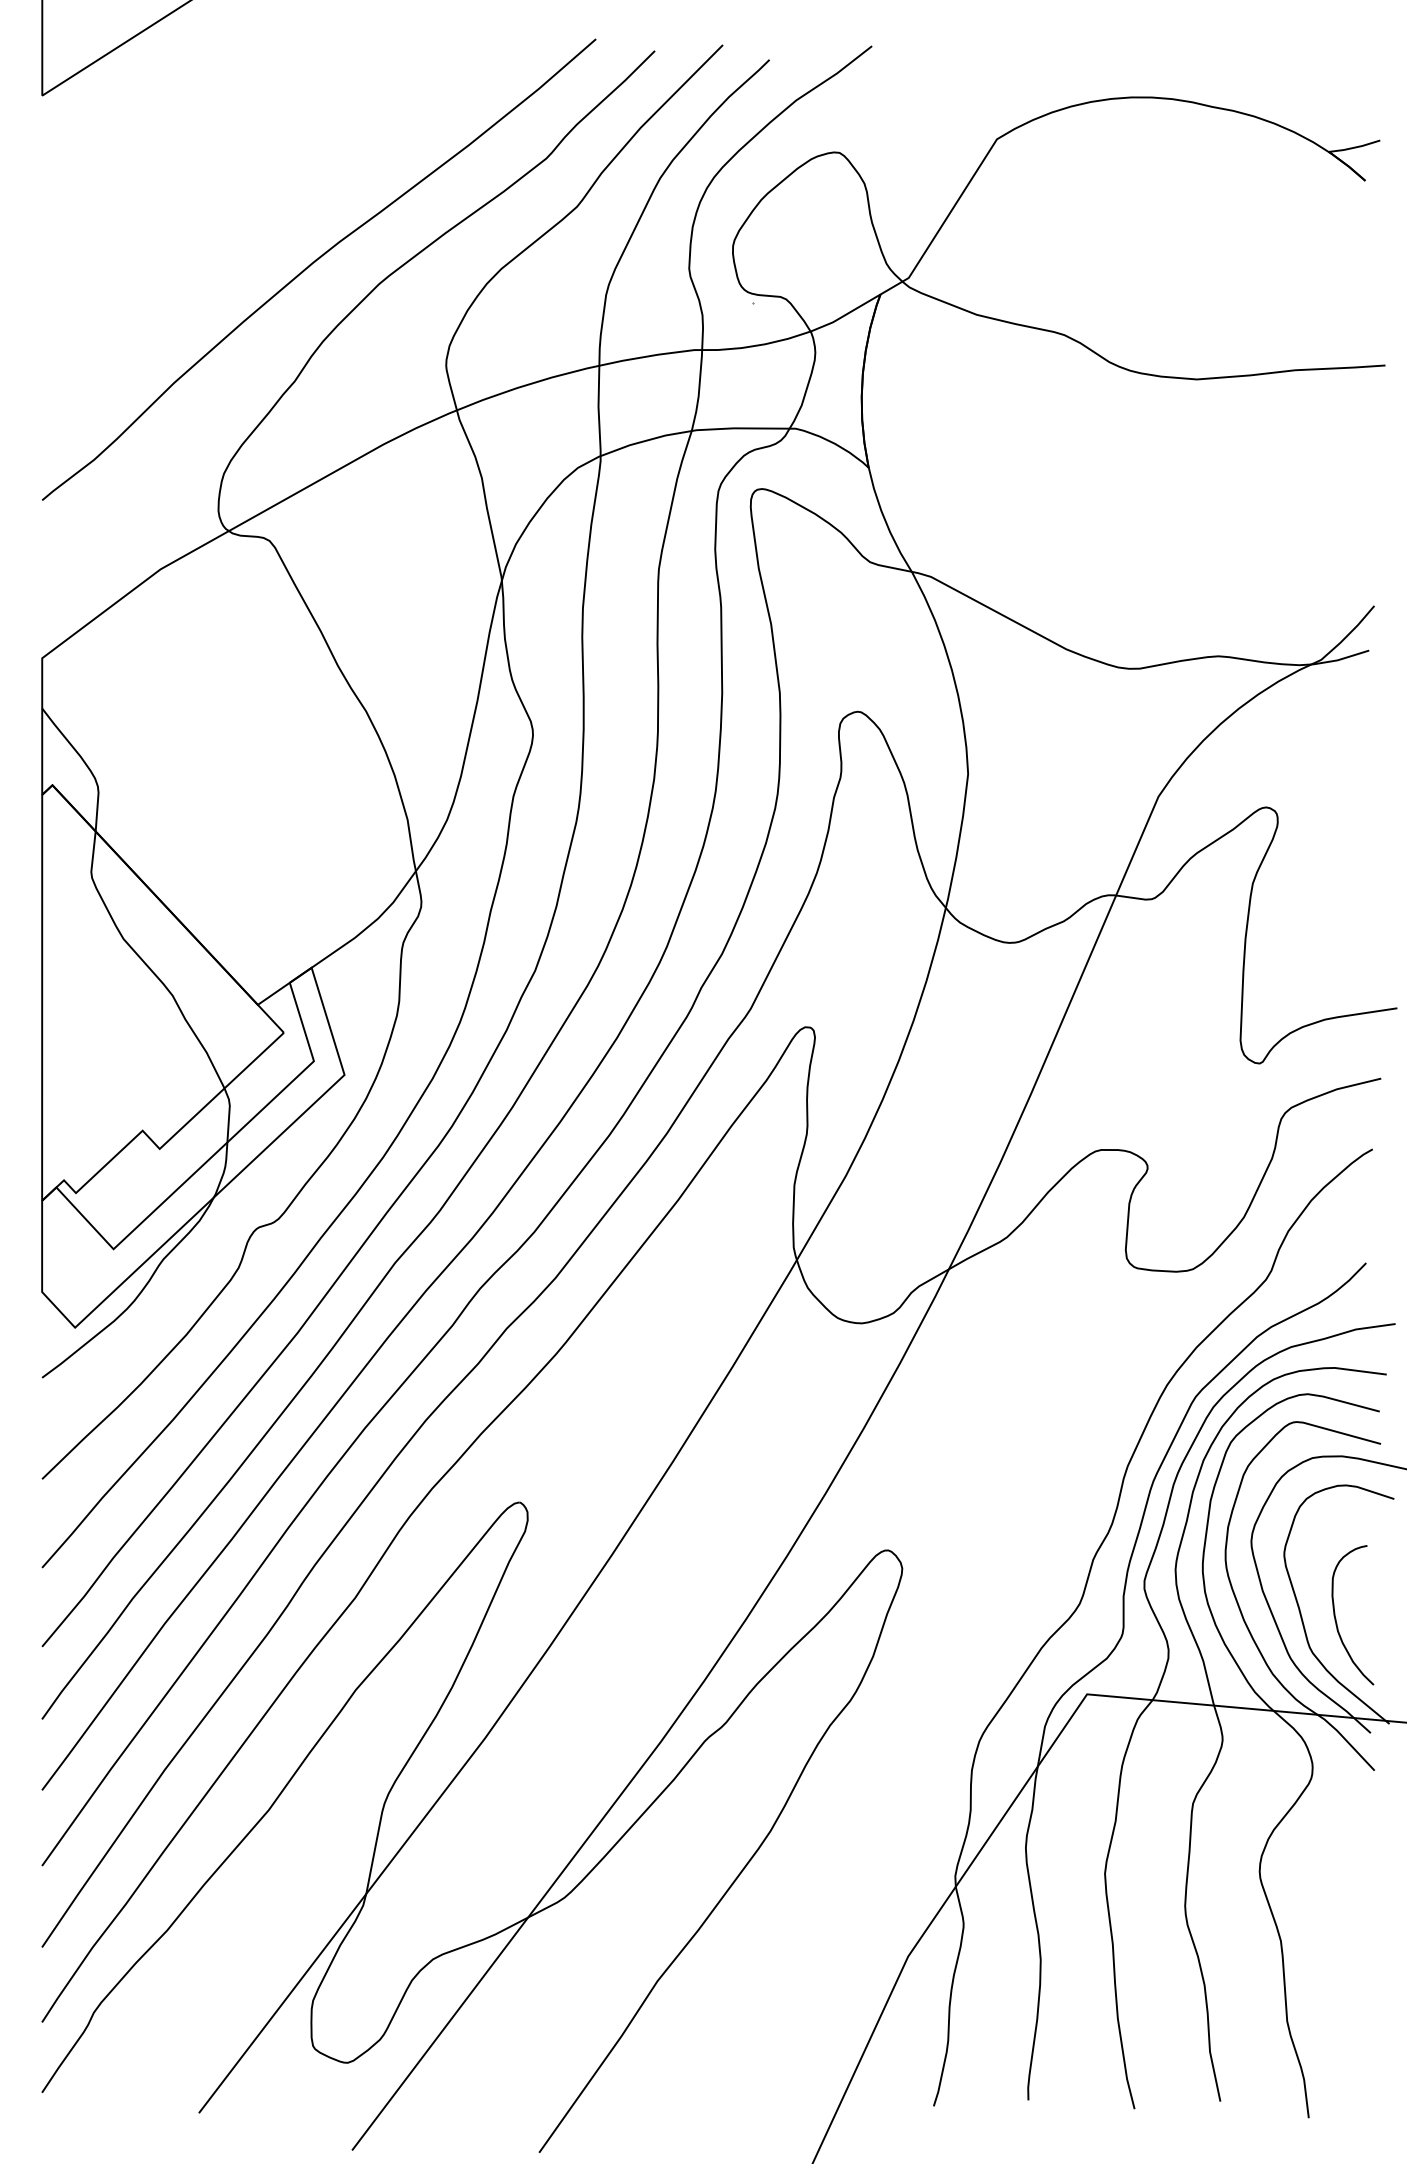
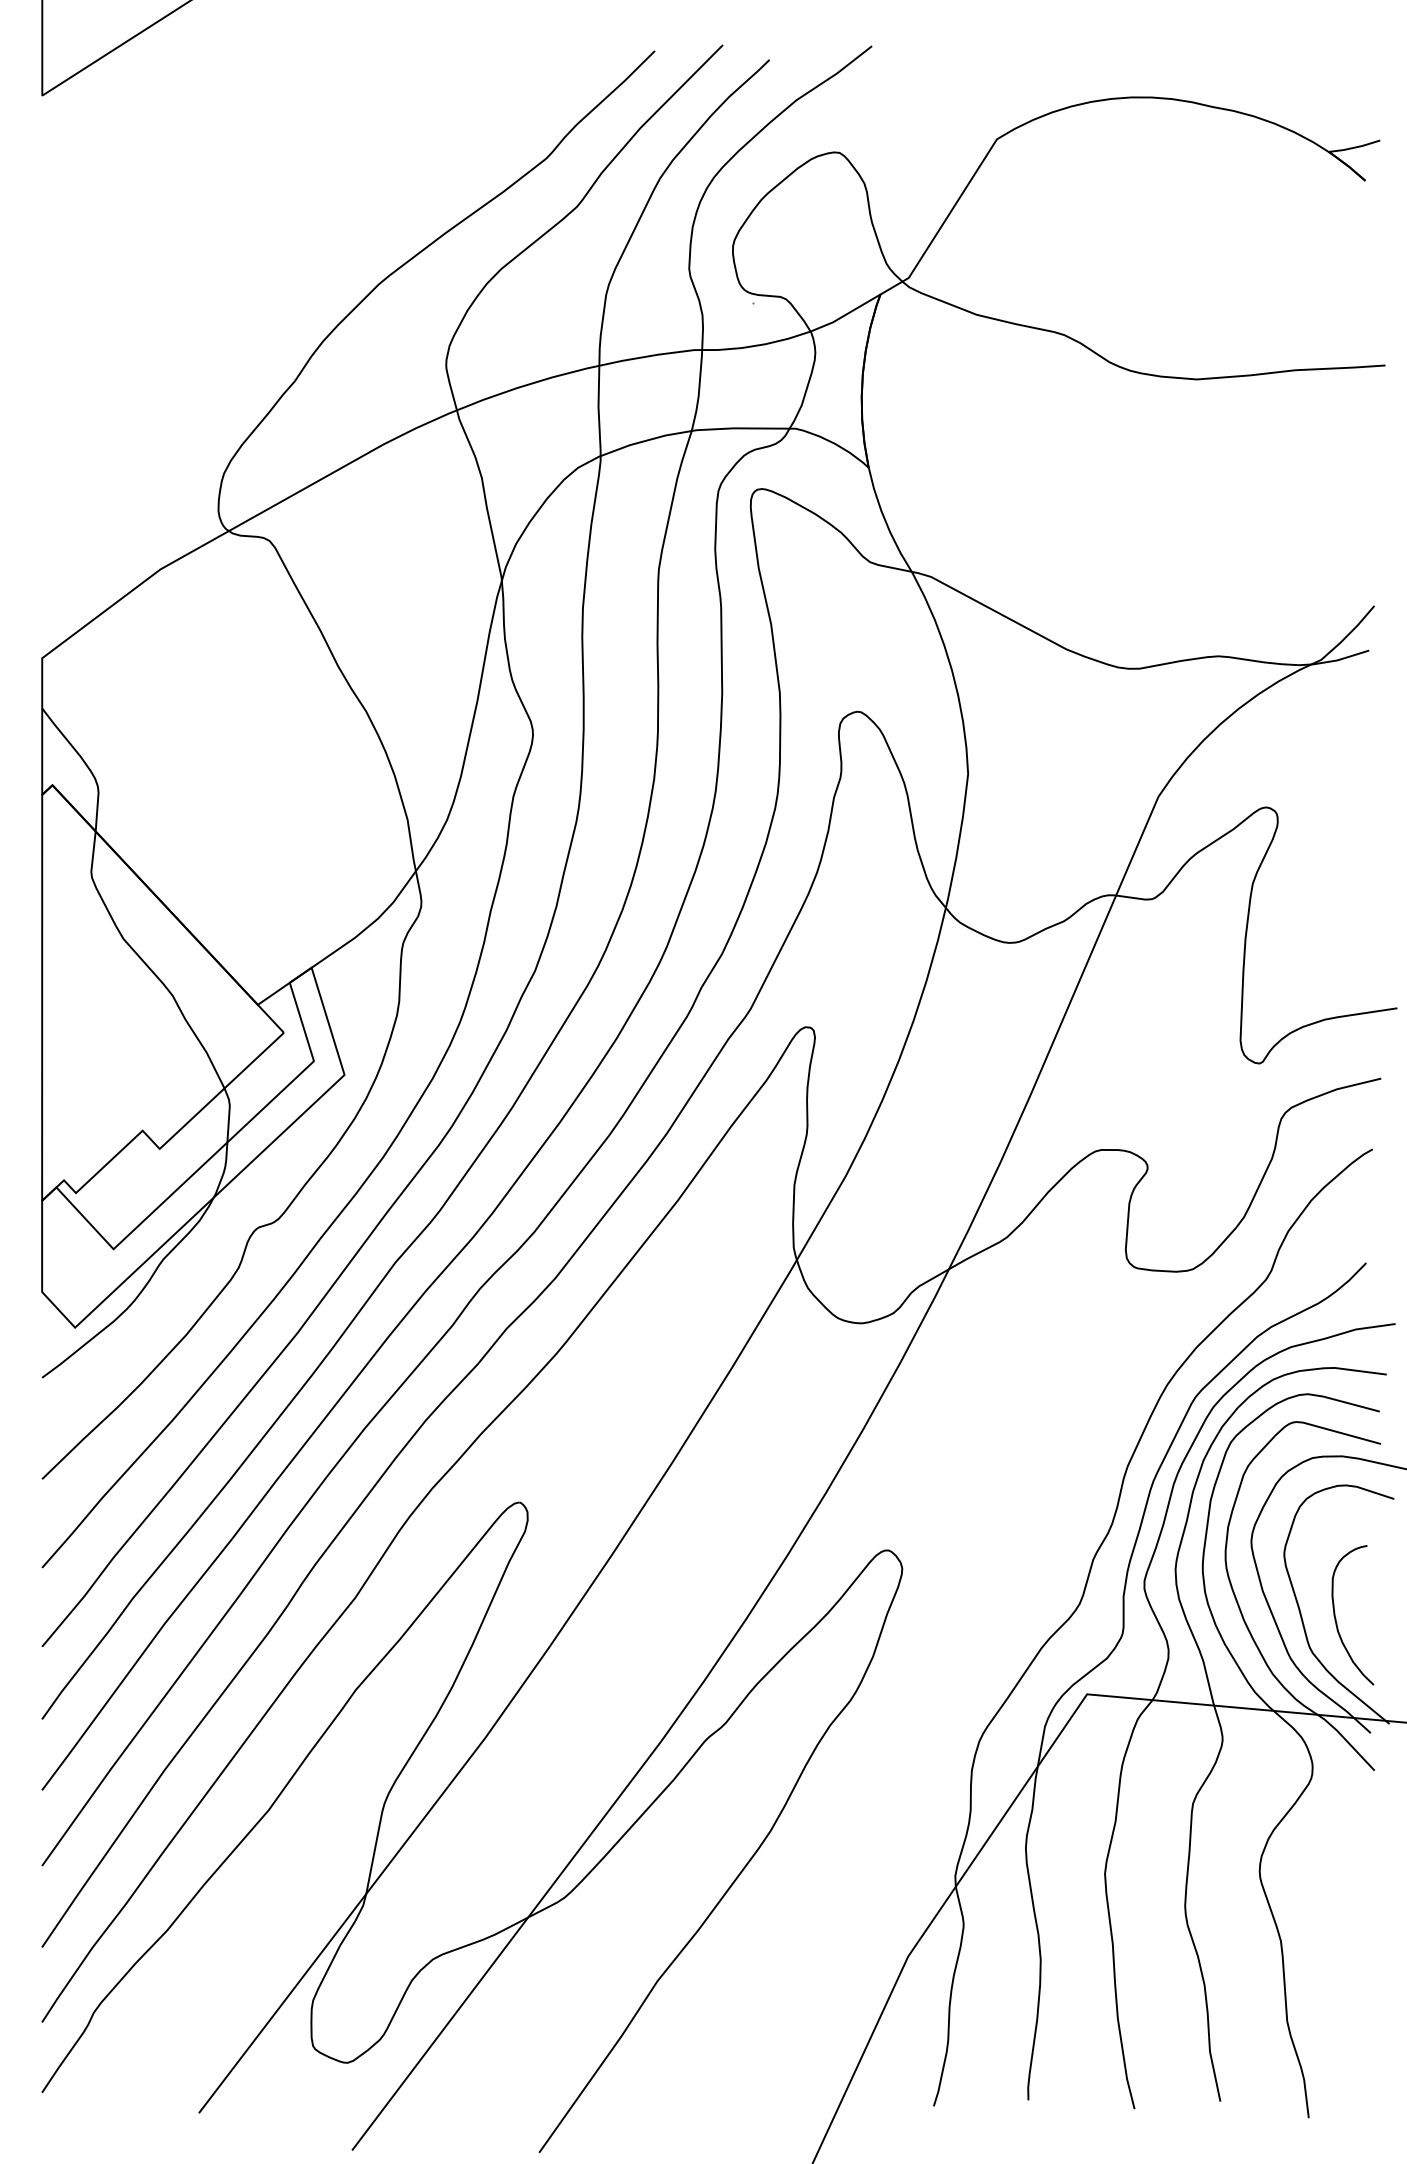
curve at (315, 262): present -> none
